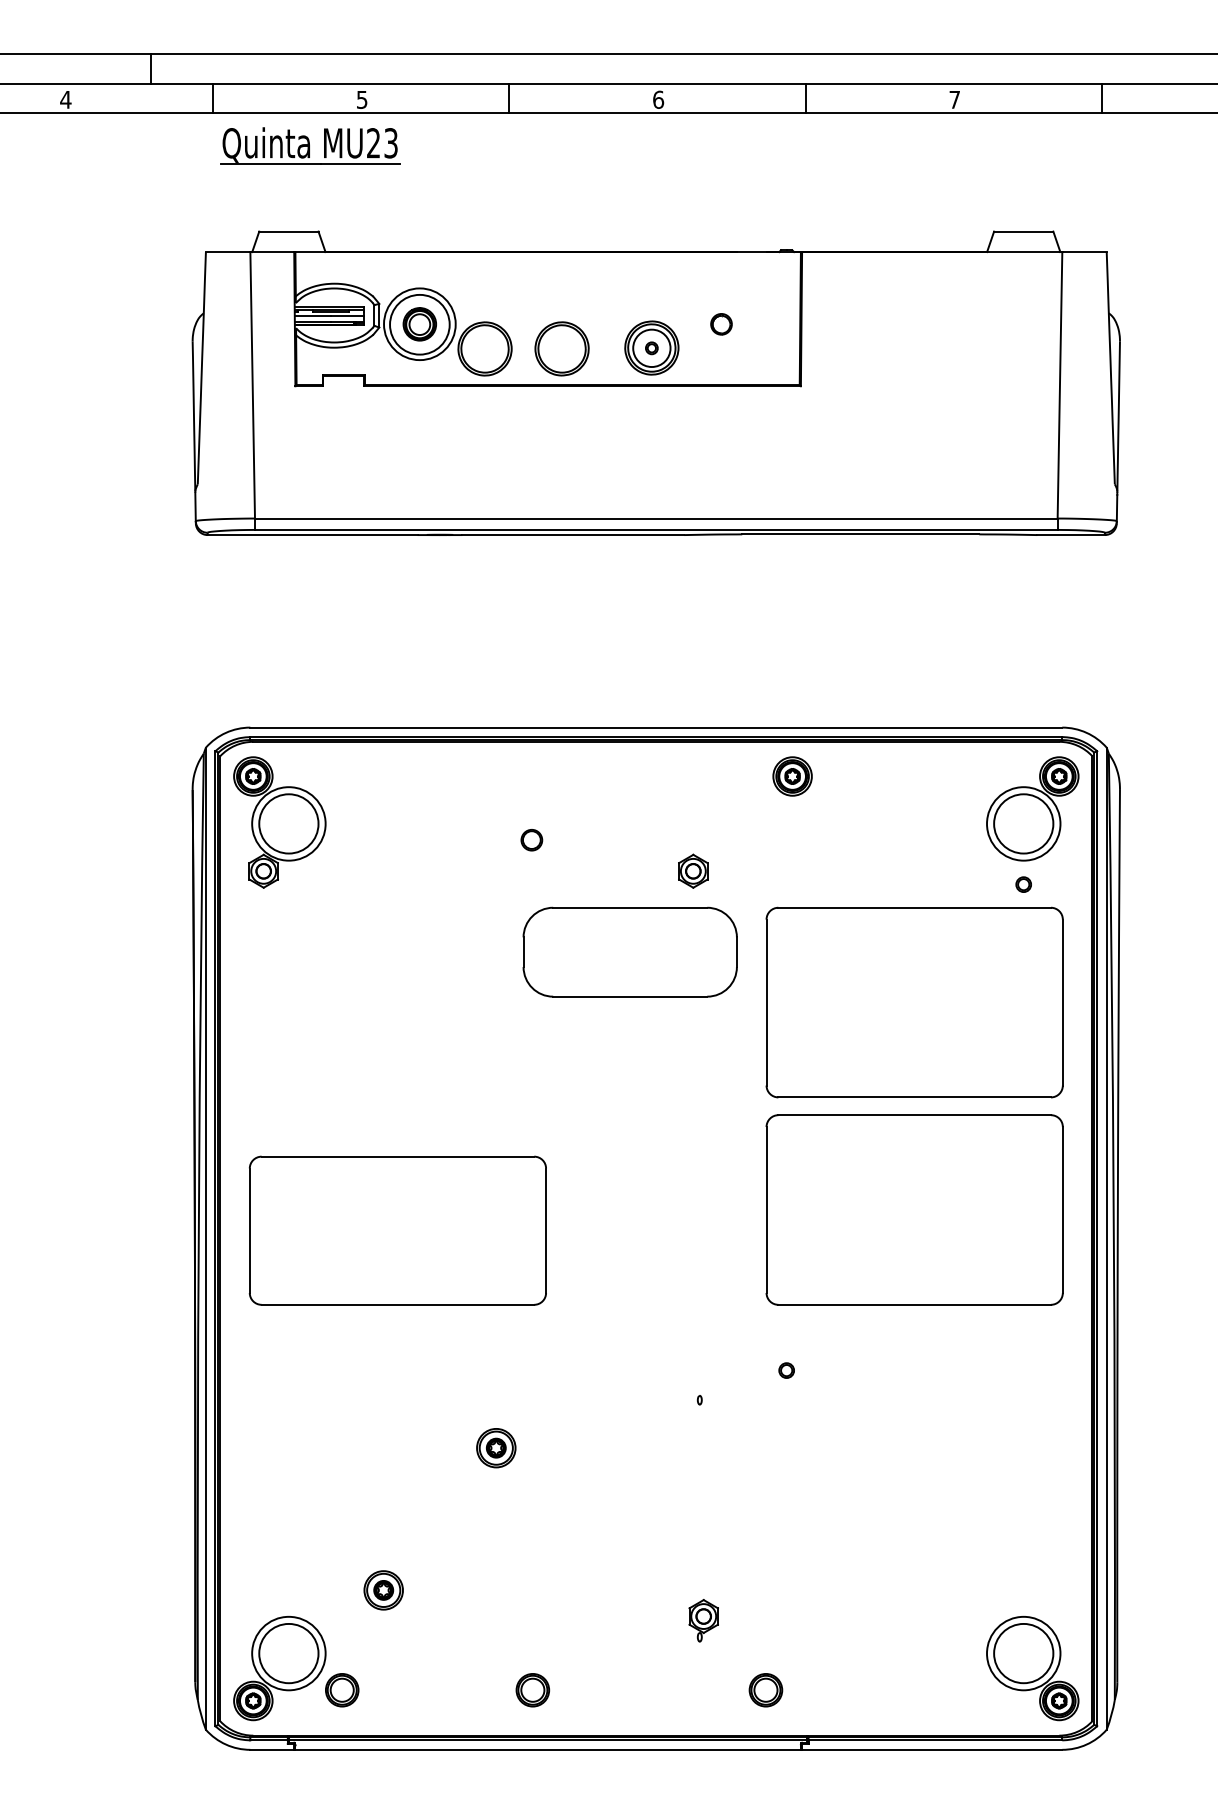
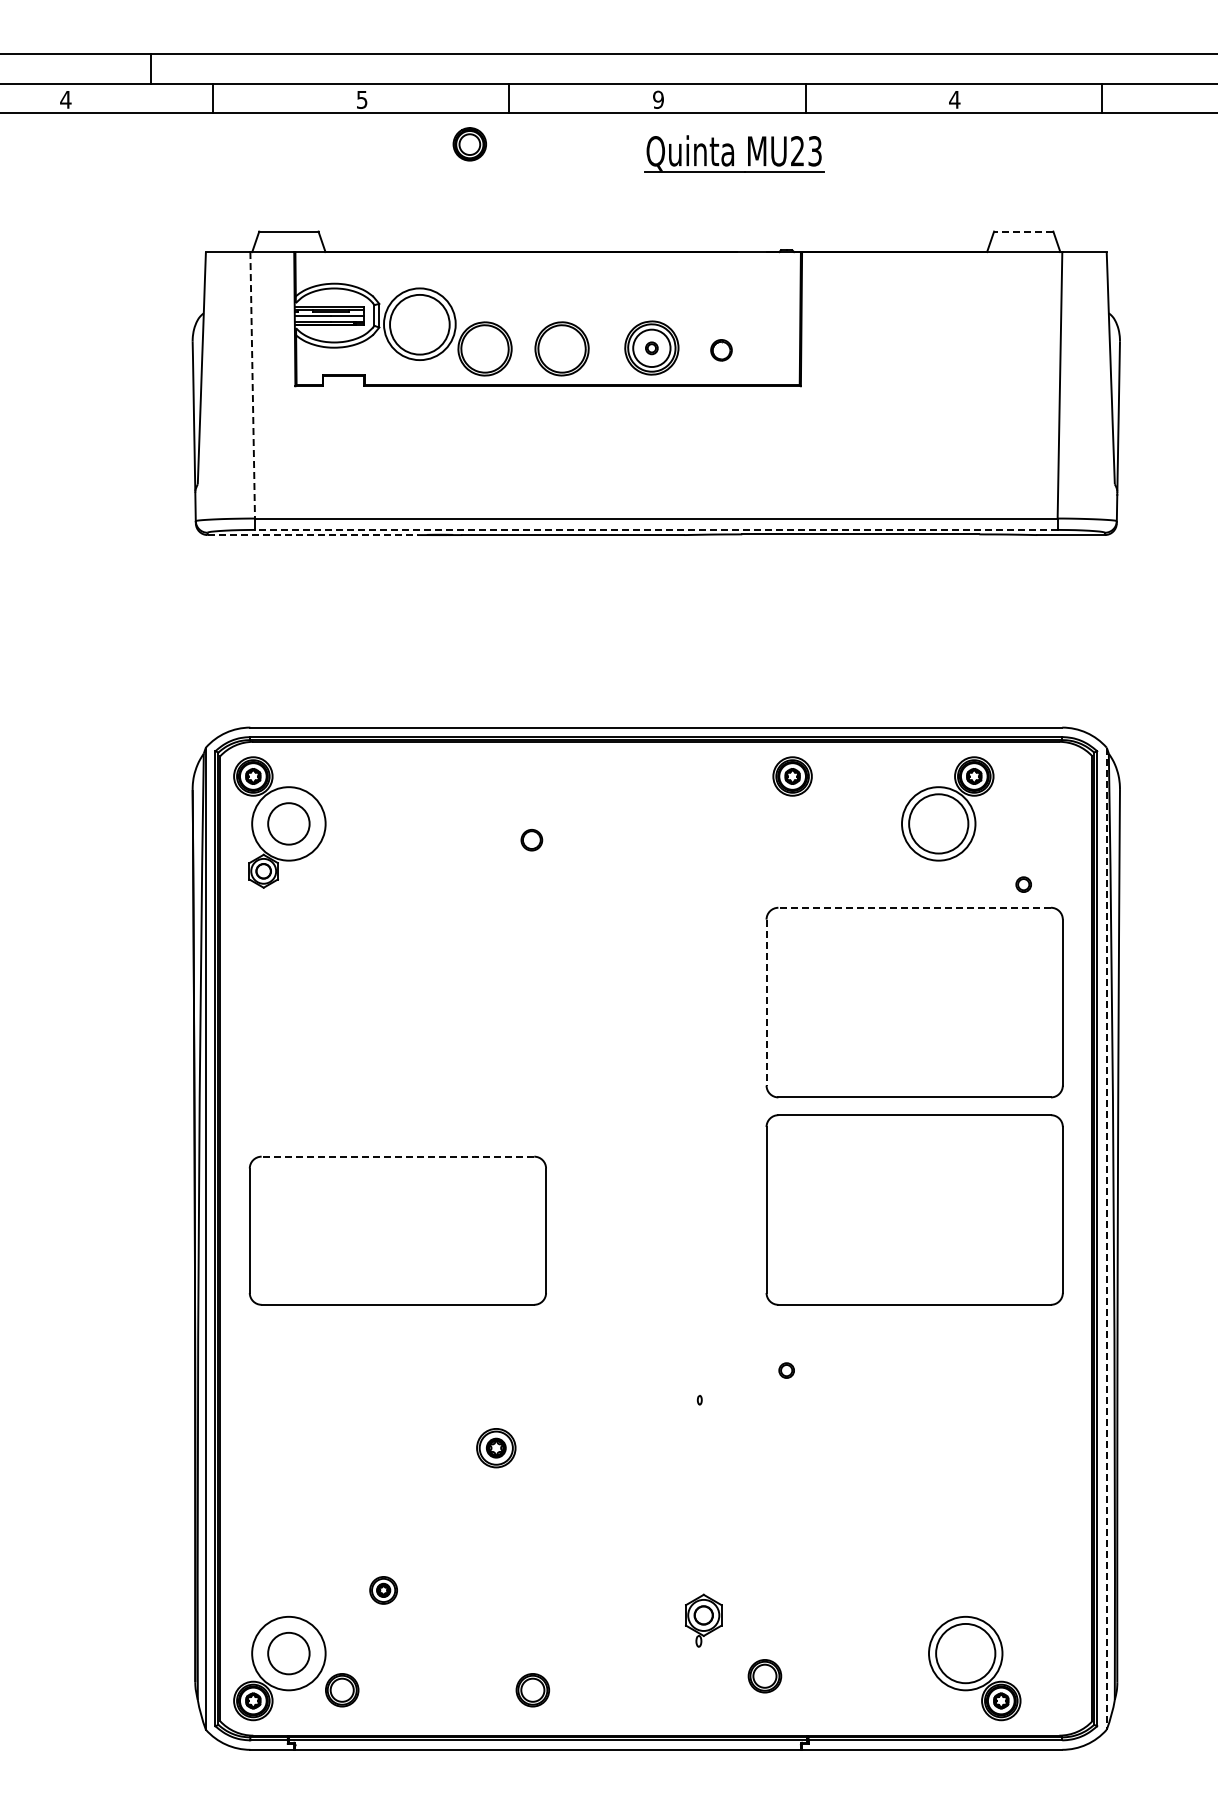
text at (658, 99): 6 -> 9
text at (954, 99): 7 -> 4
part at (310, 145) position: (310, 145) -> (734, 153)
line at (1023, 231): solid -> dashed
part at (419, 324) position: (419, 324) -> (469, 144)
part at (721, 324) position: (721, 324) -> (721, 350)
line at (252, 385): solid -> dashed
line at (655, 529): solid -> dashed
line at (312, 535): solid -> dashed
part at (1032, 808) position: (1032, 808) -> (947, 808)
circle at (288, 823) diameter: 59 px -> 41 px
part at (693, 870): present -> none
line at (914, 907): solid -> dashed
part at (629, 951): present -> none
line at (766, 1002): solid -> dashed
line at (397, 1156): solid -> dashed
line at (1106, 1239): solid -> dashed
part at (383, 1590) size: 41x41 px -> 29x29 px
part at (703, 1620) size: 31x44 px -> 38x55 px
circle at (288, 1653) diameter: 59 px -> 41 px
part at (1032, 1668) position: (1032, 1668) -> (974, 1668)
part at (765, 1690) position: (765, 1690) -> (764, 1676)
